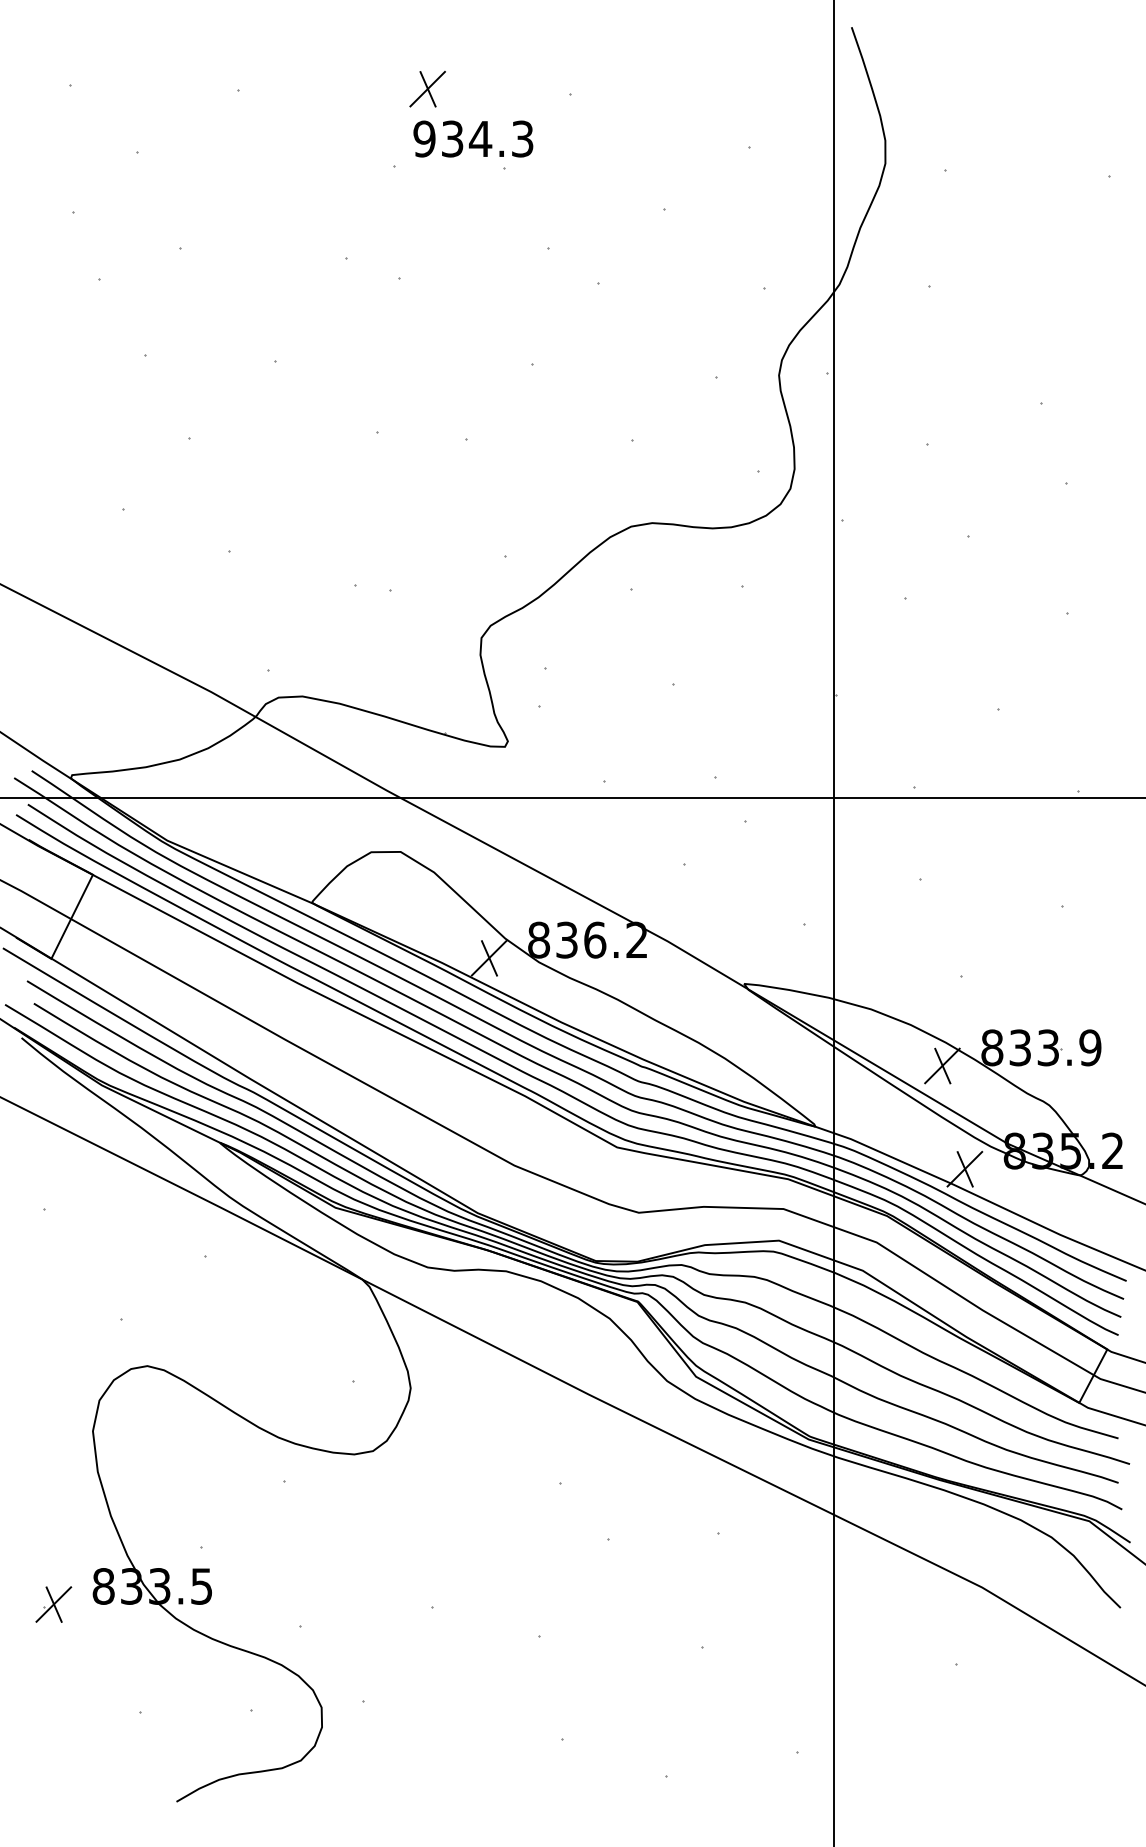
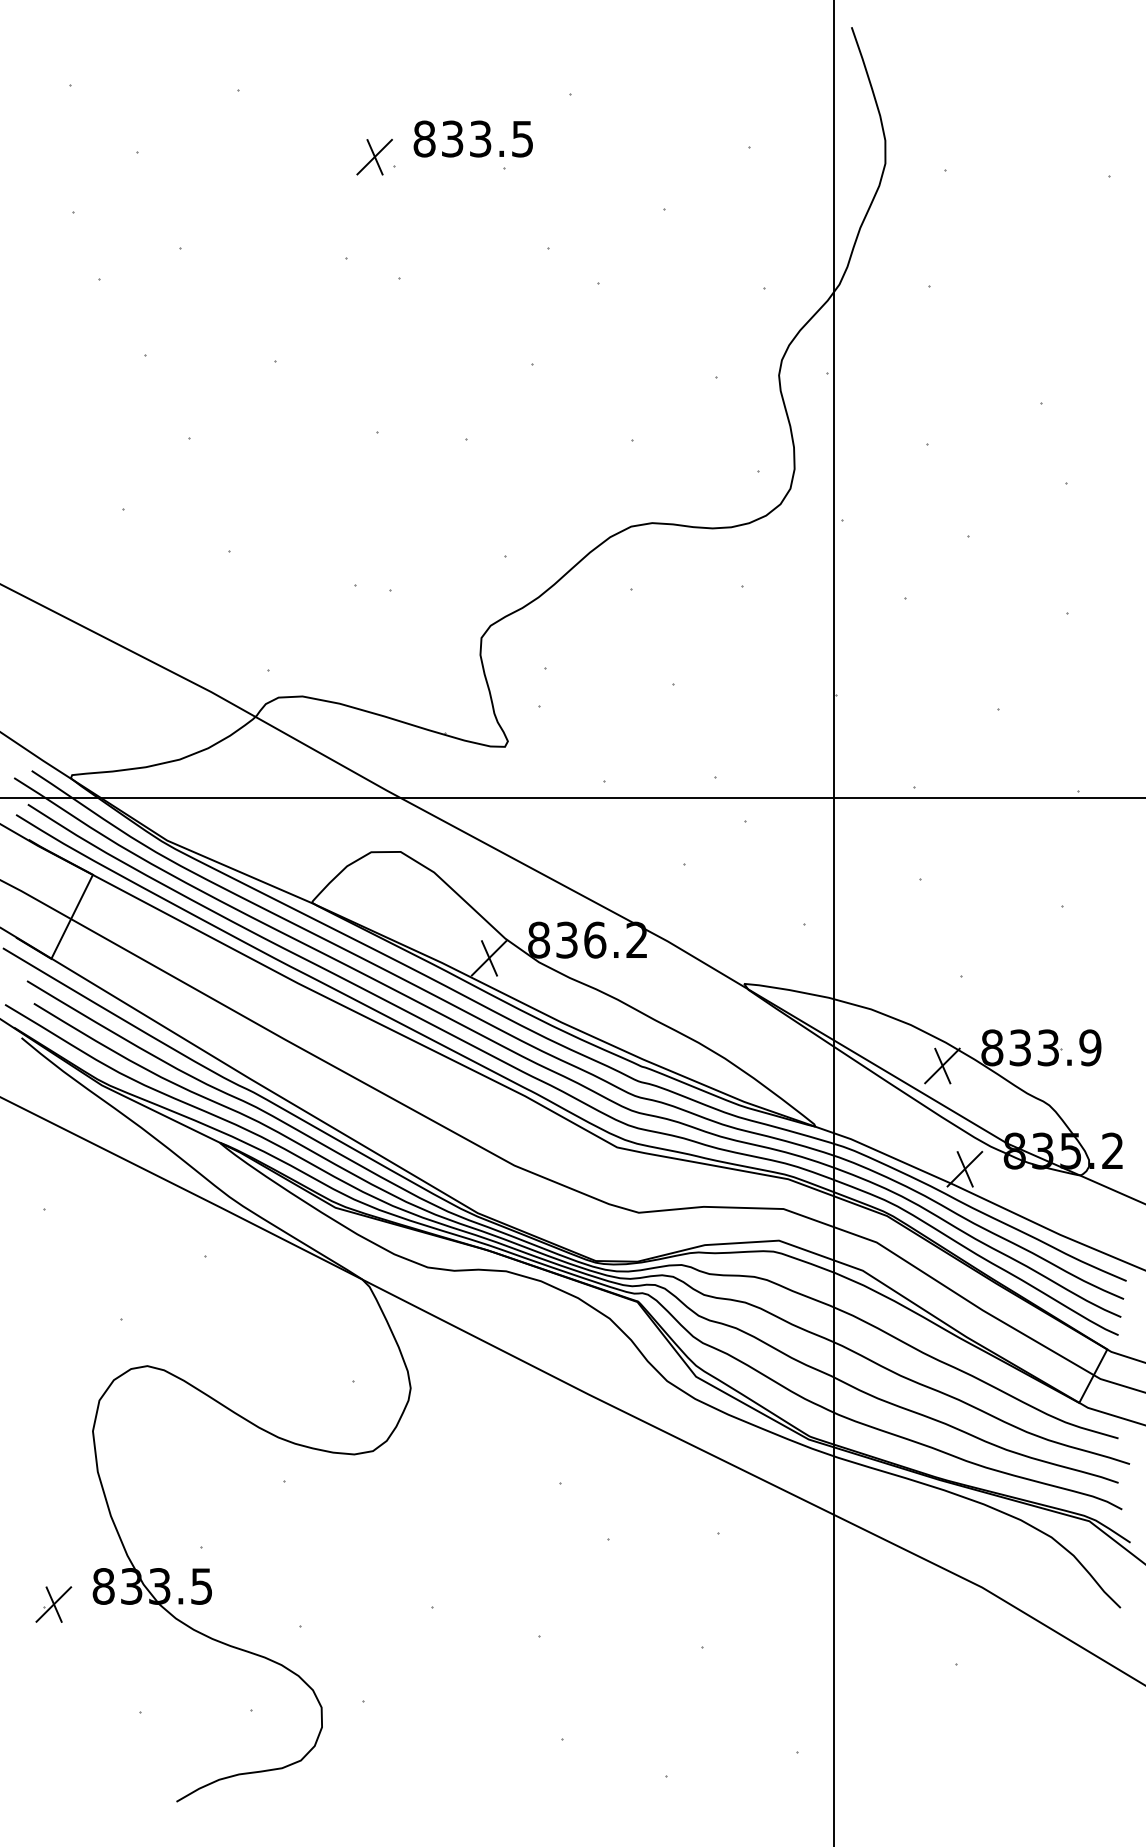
part at (427, 89) position: (427, 89) -> (374, 157)
text at (473, 138): 934.3 -> 833.5
